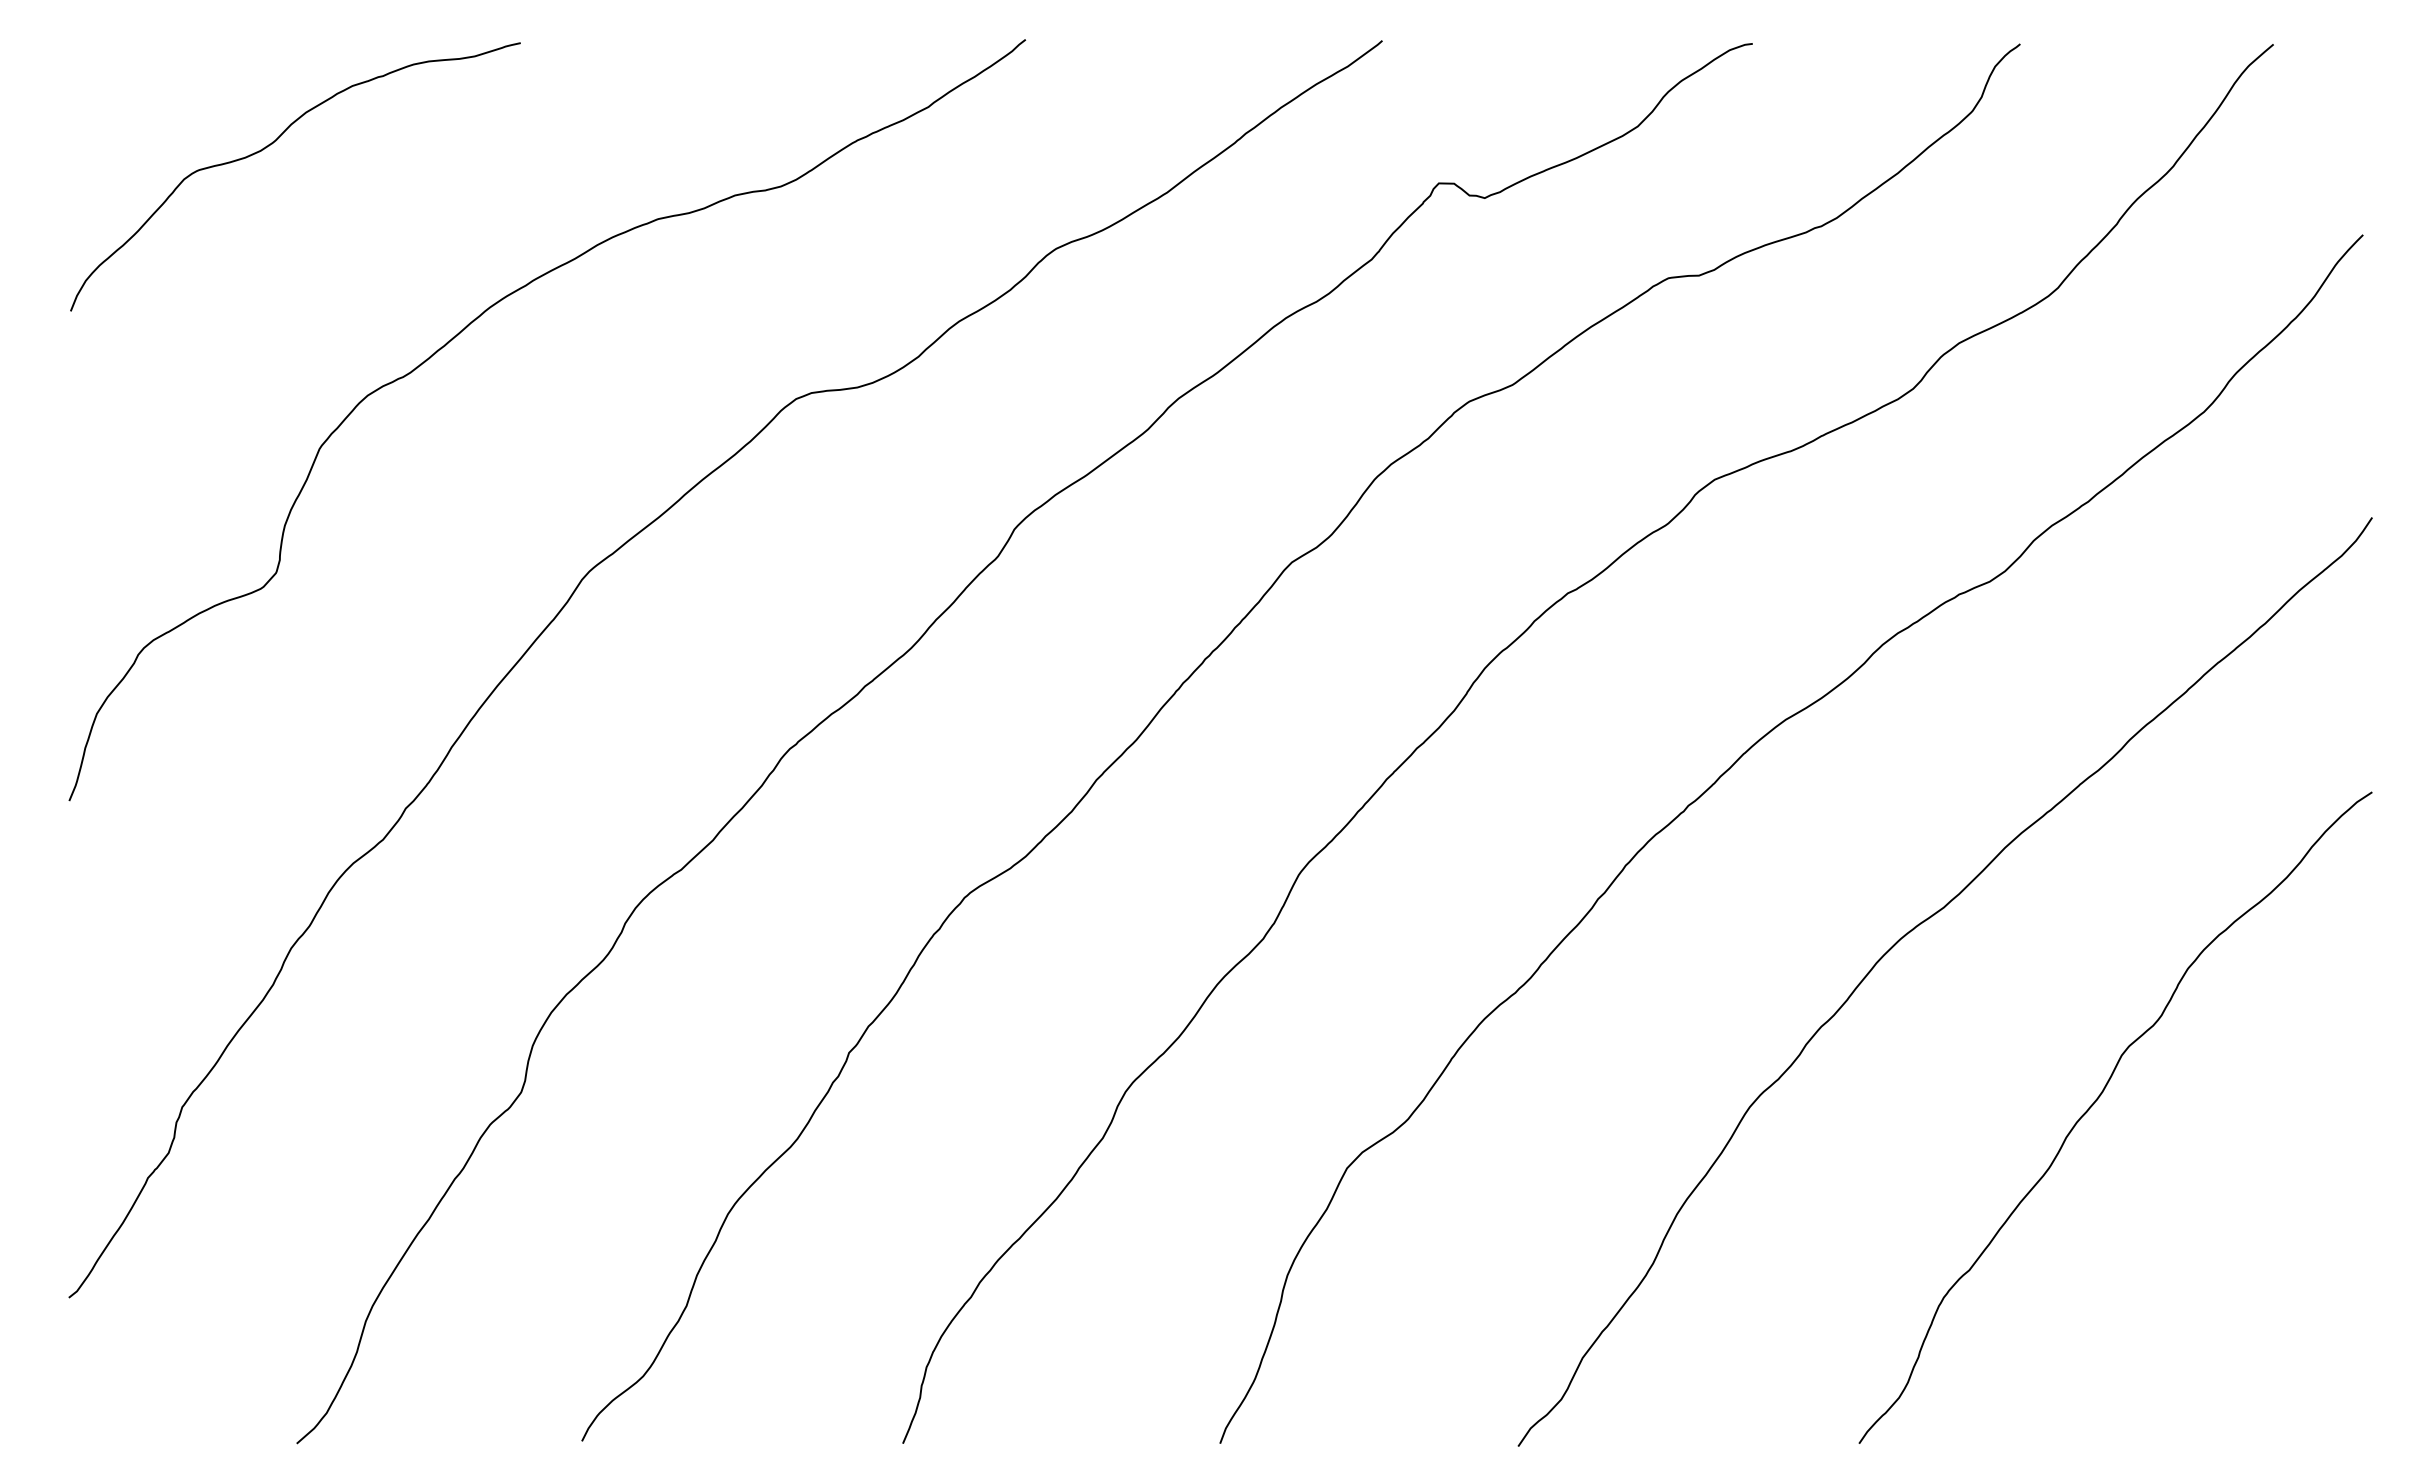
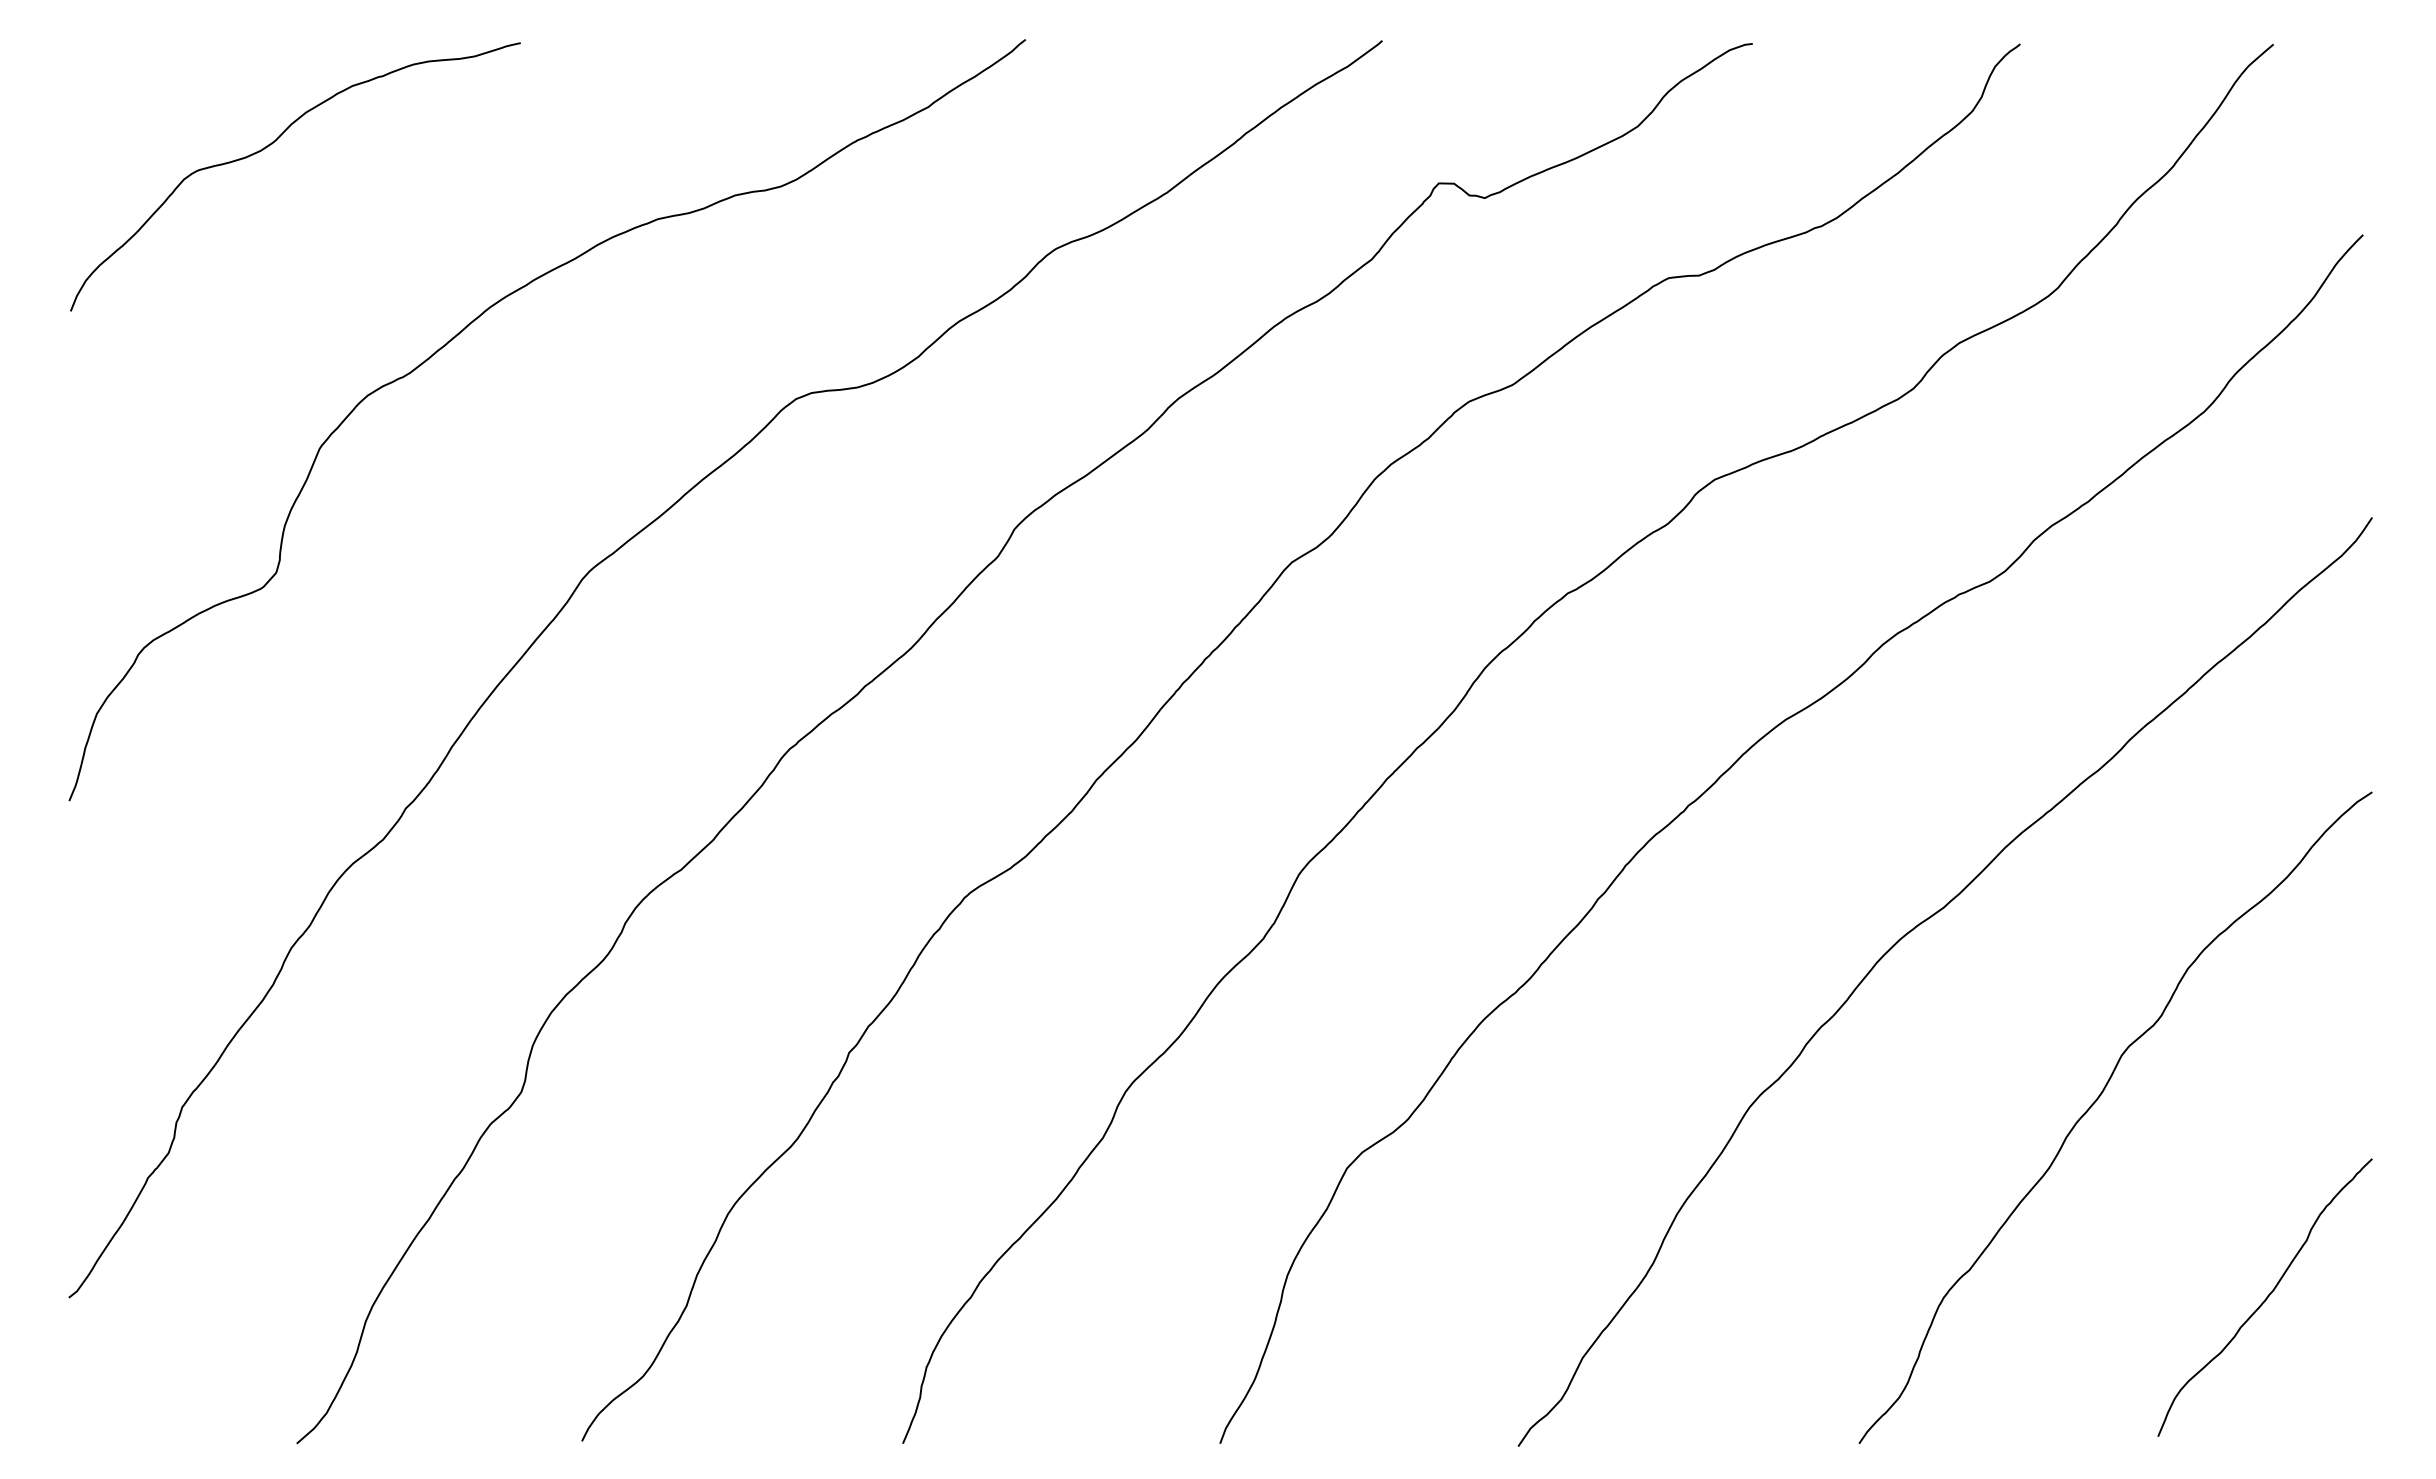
curve at (2265, 1298): none -> present
